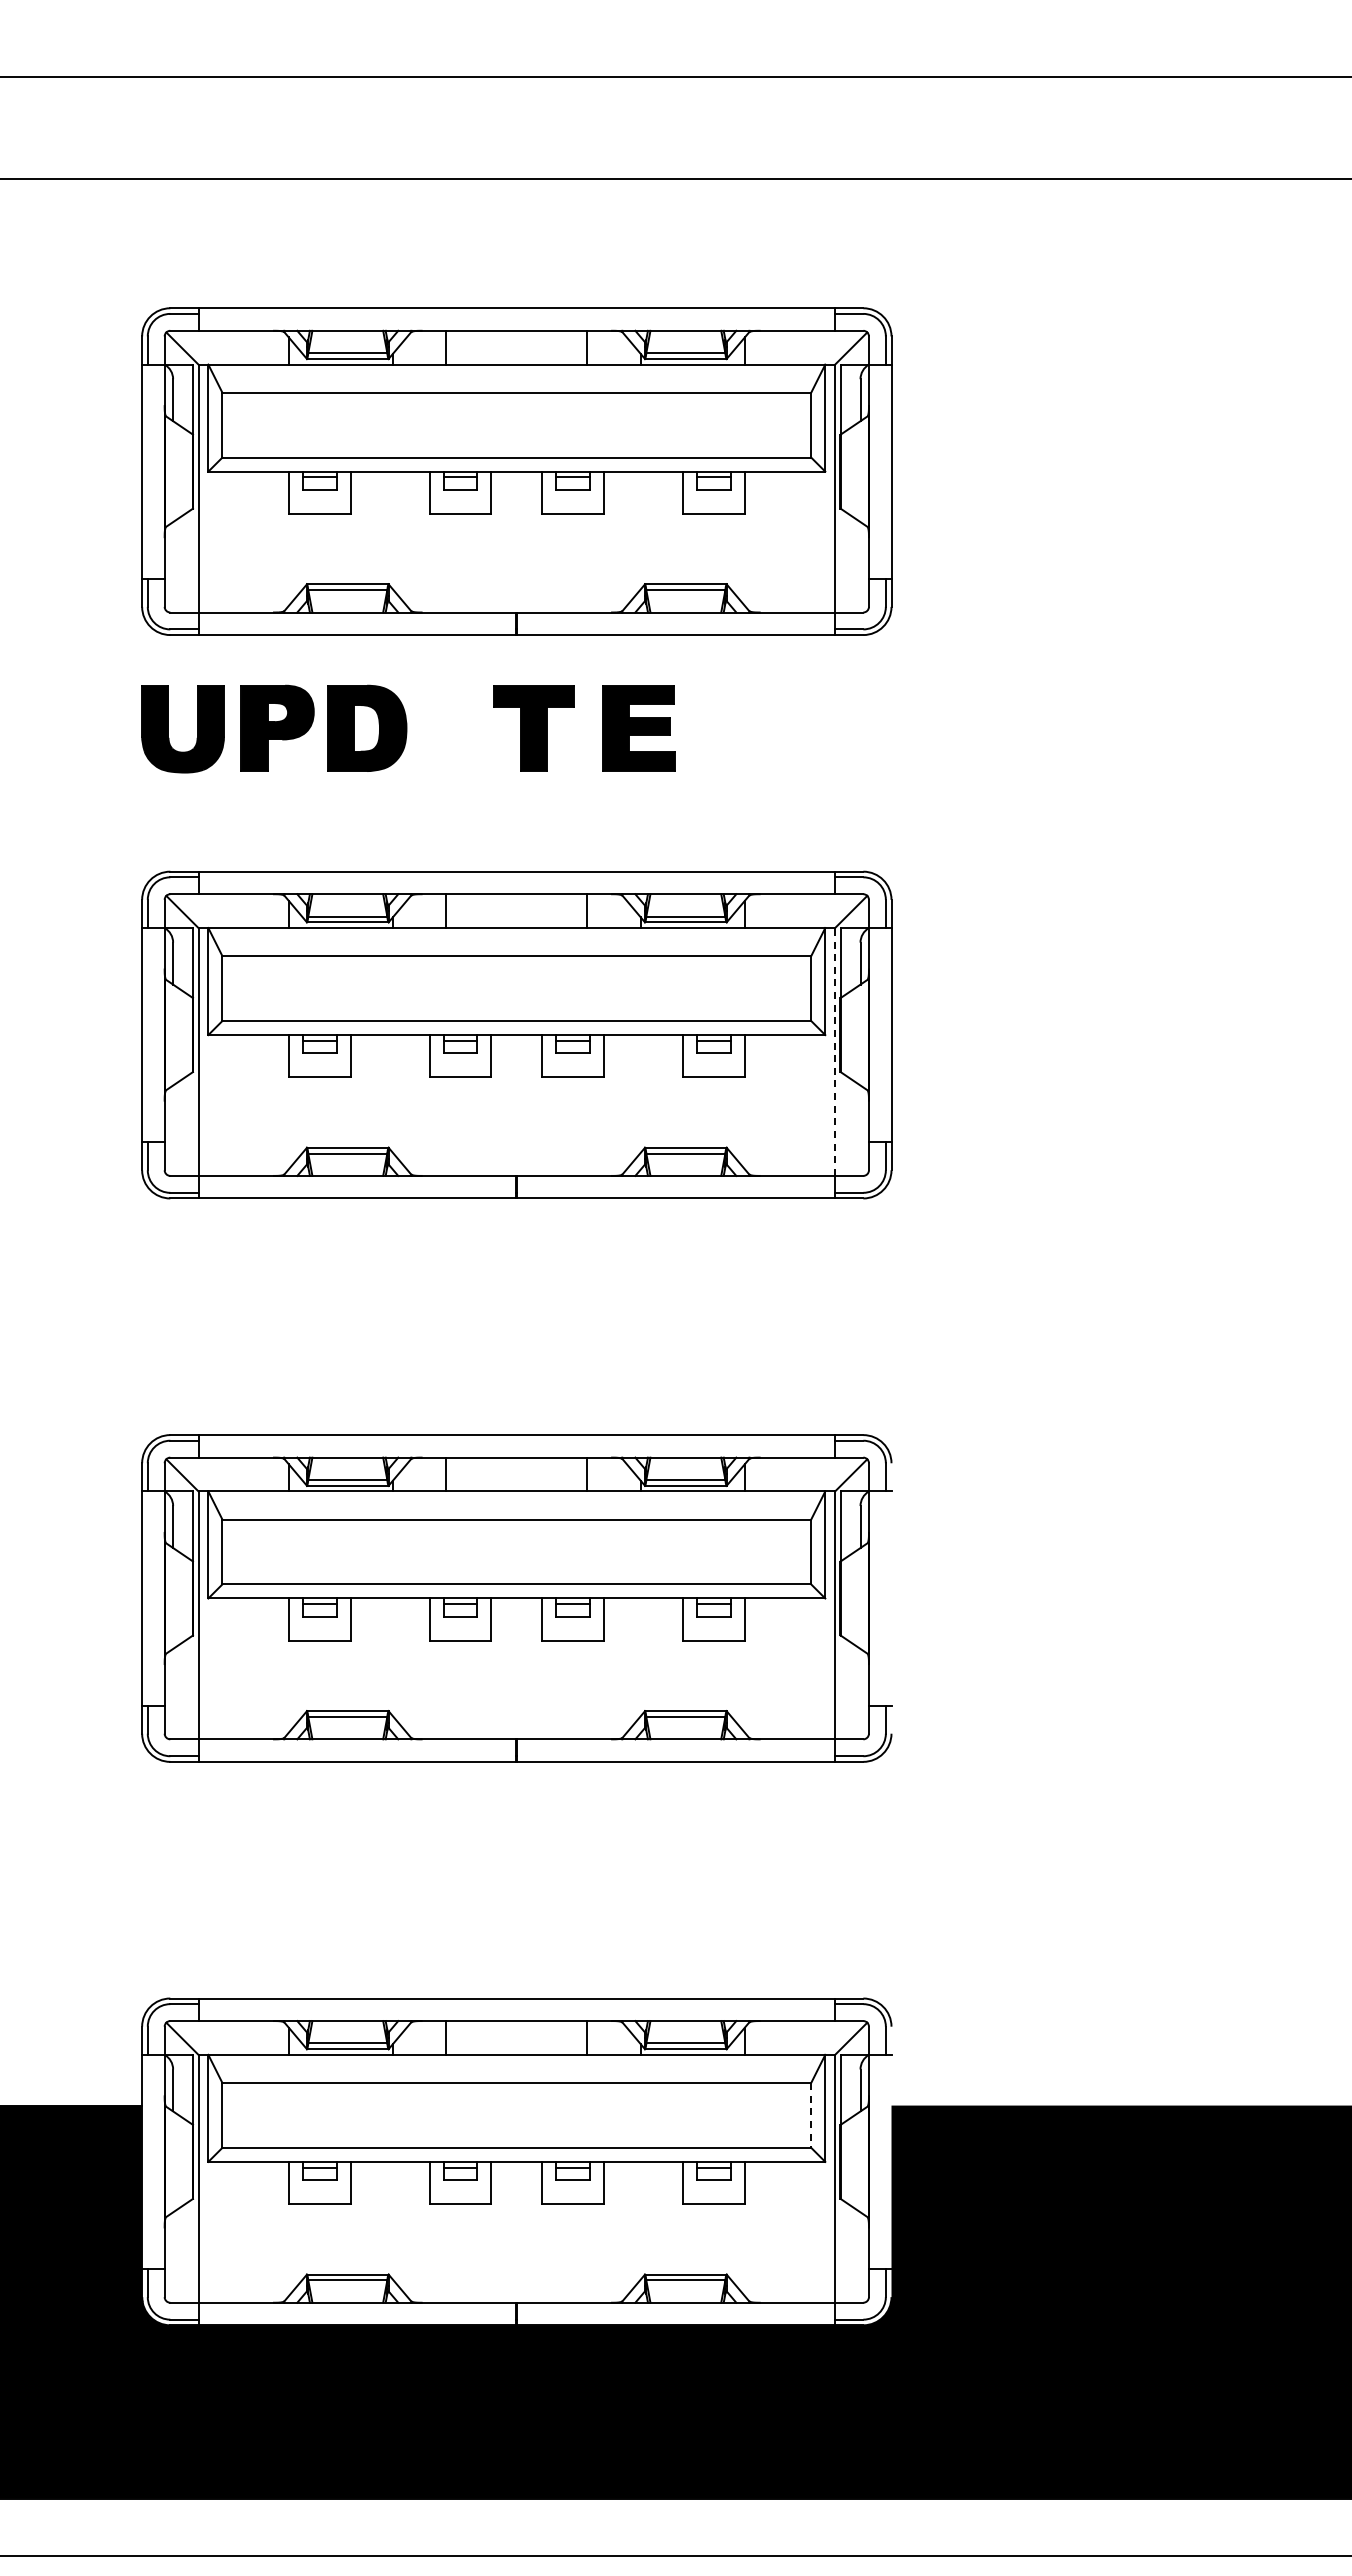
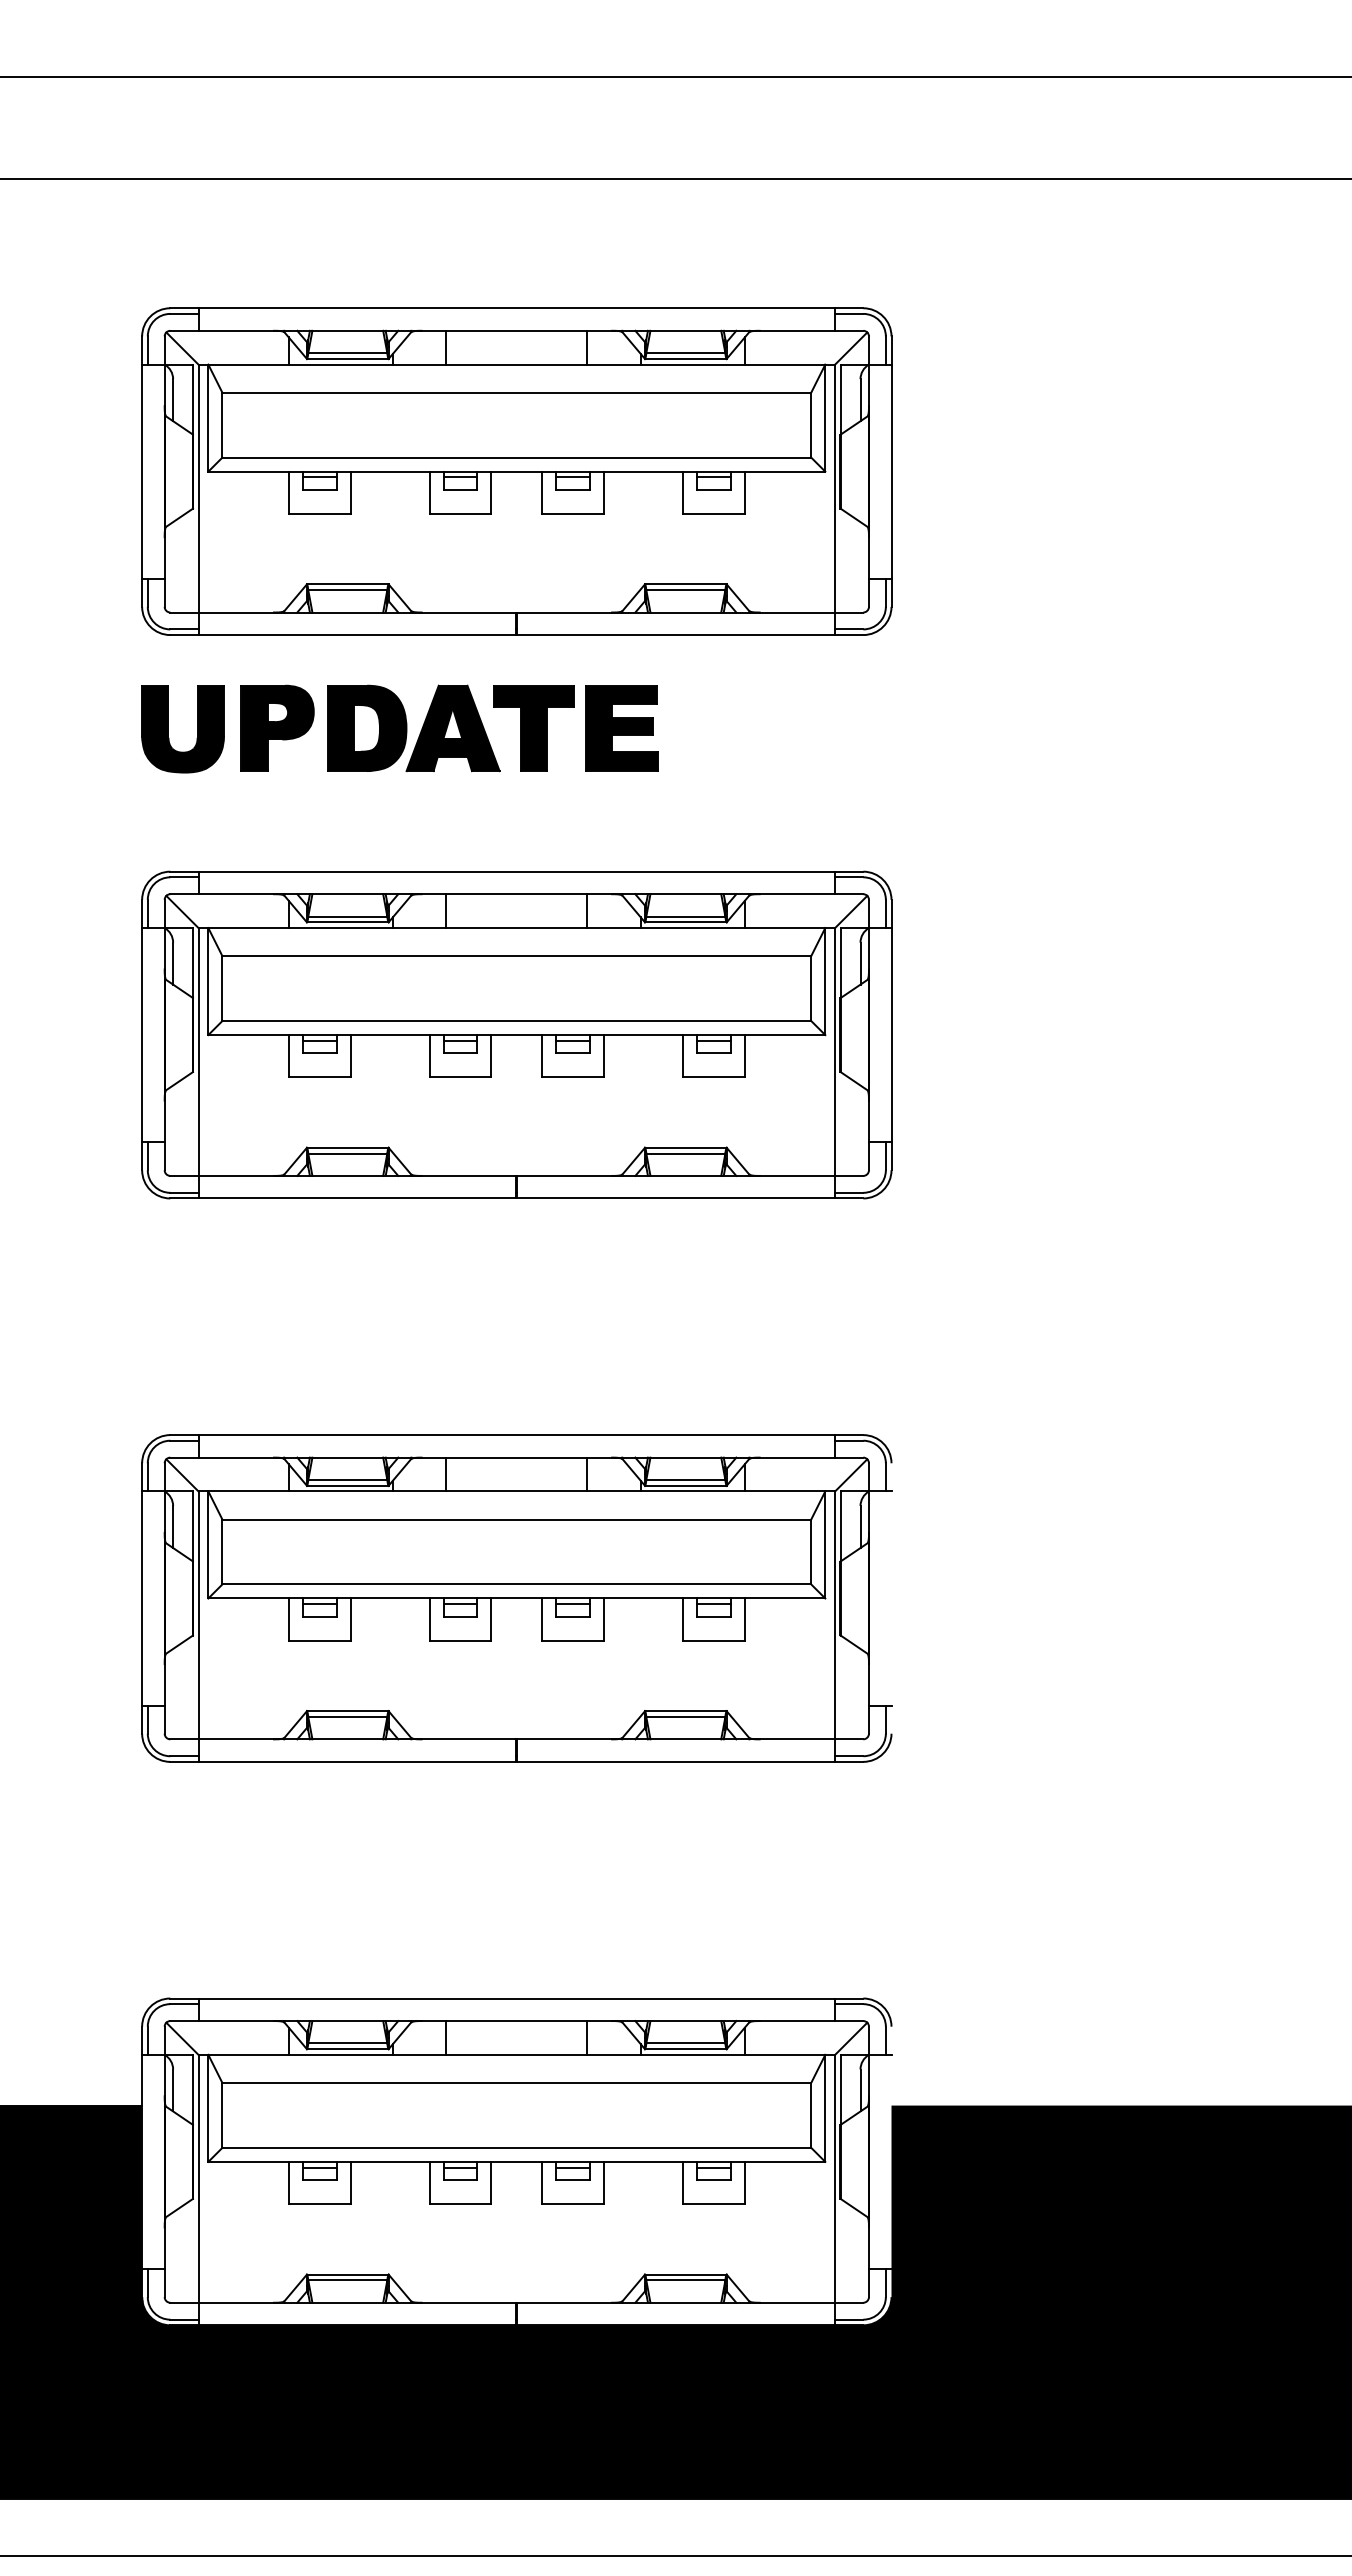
part at (452, 728): none -> present
part at (638, 728) position: (638, 728) -> (621, 728)
line at (835, 1051): dashed -> solid
line at (811, 2115): dashed -> solid
